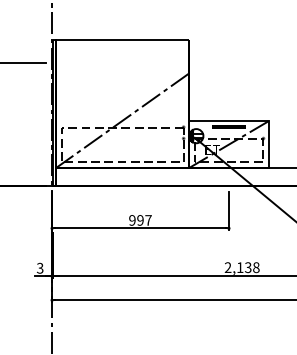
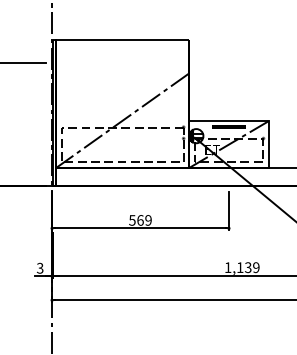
text at (140, 220): 997 -> 569
text at (241, 267): 2,138 -> 1,139
